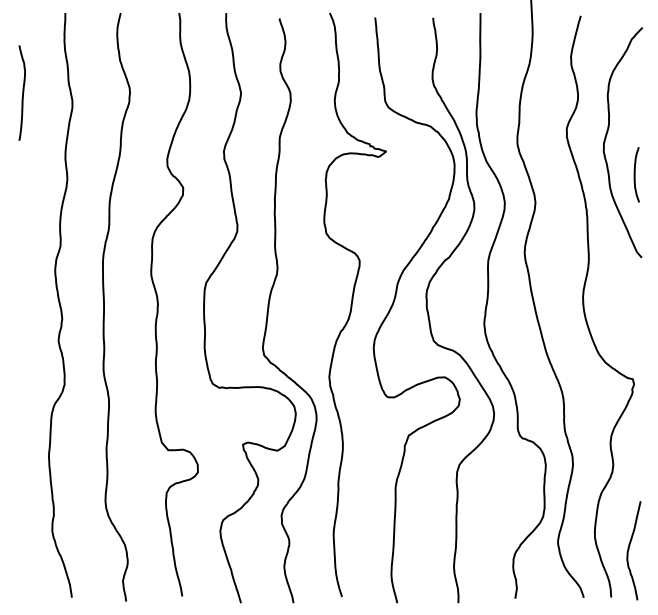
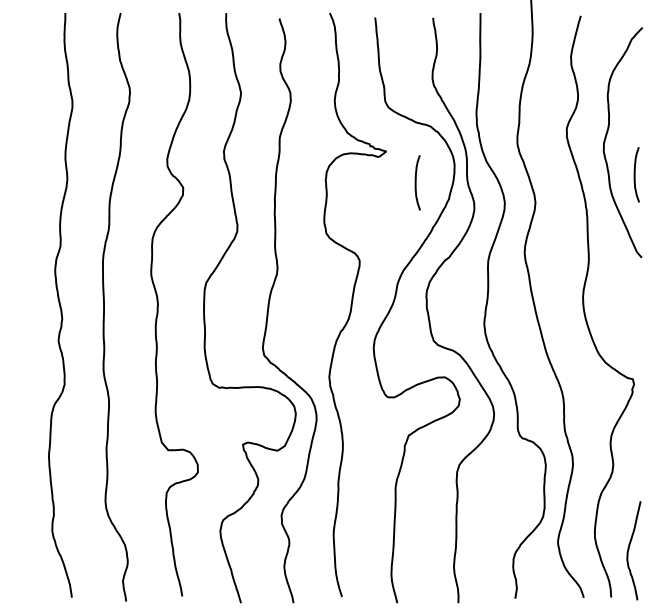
curve at (22, 92): present -> none
curve at (416, 182): none -> present
